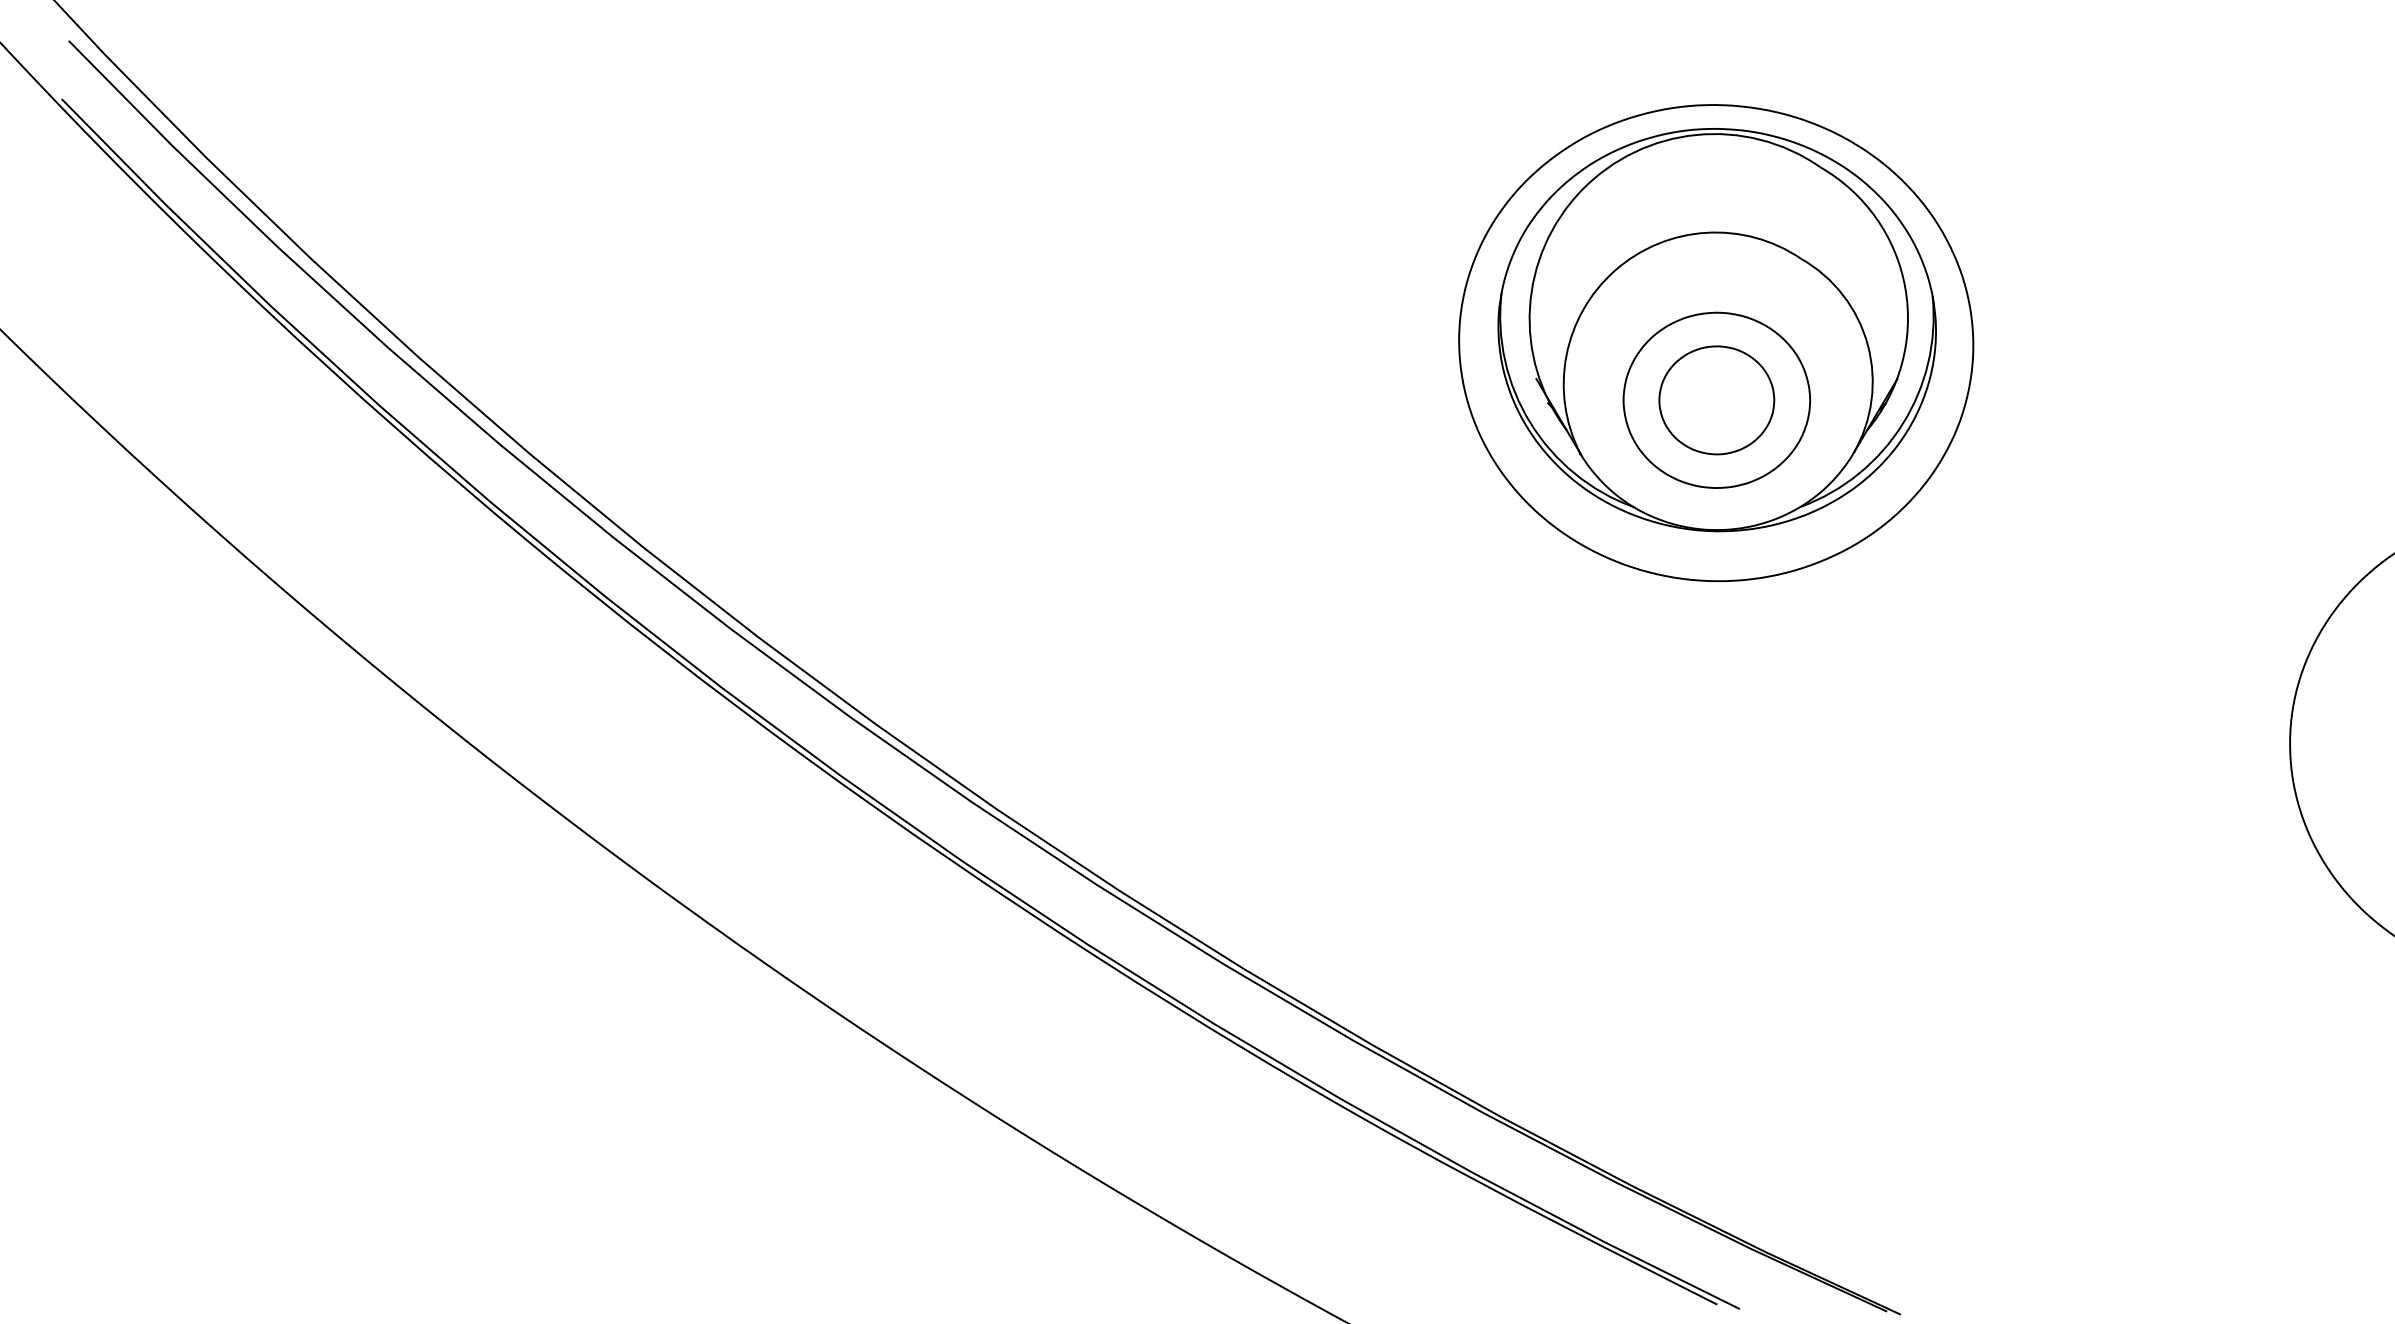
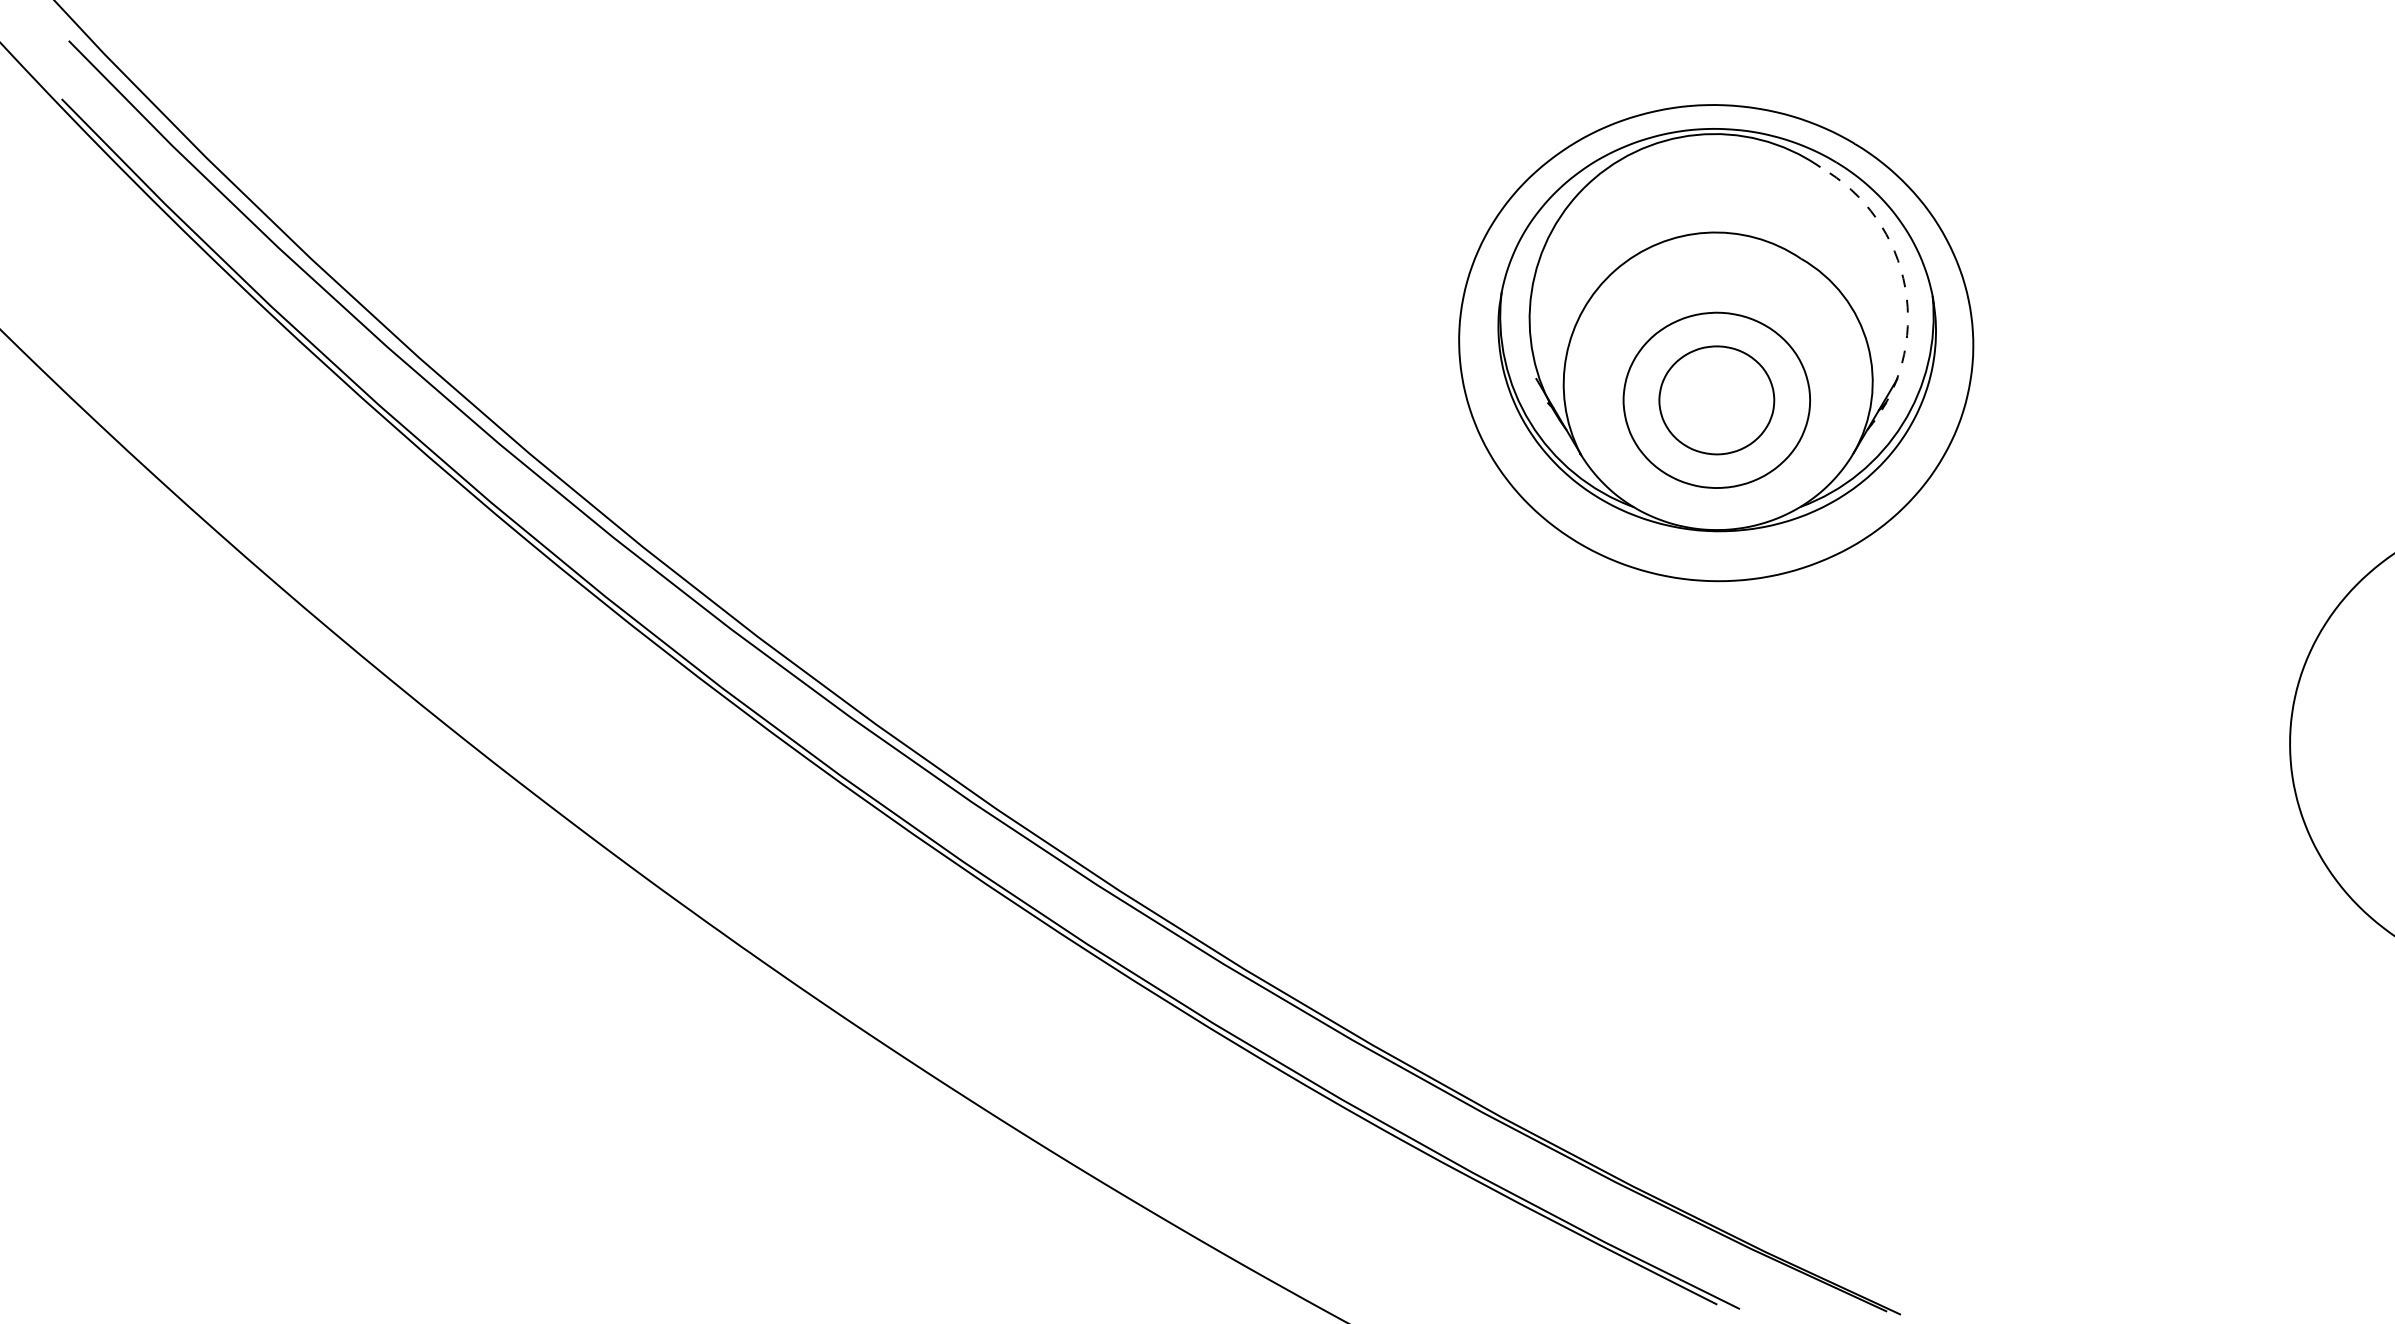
arc at (1905, 288): solid -> dashed
